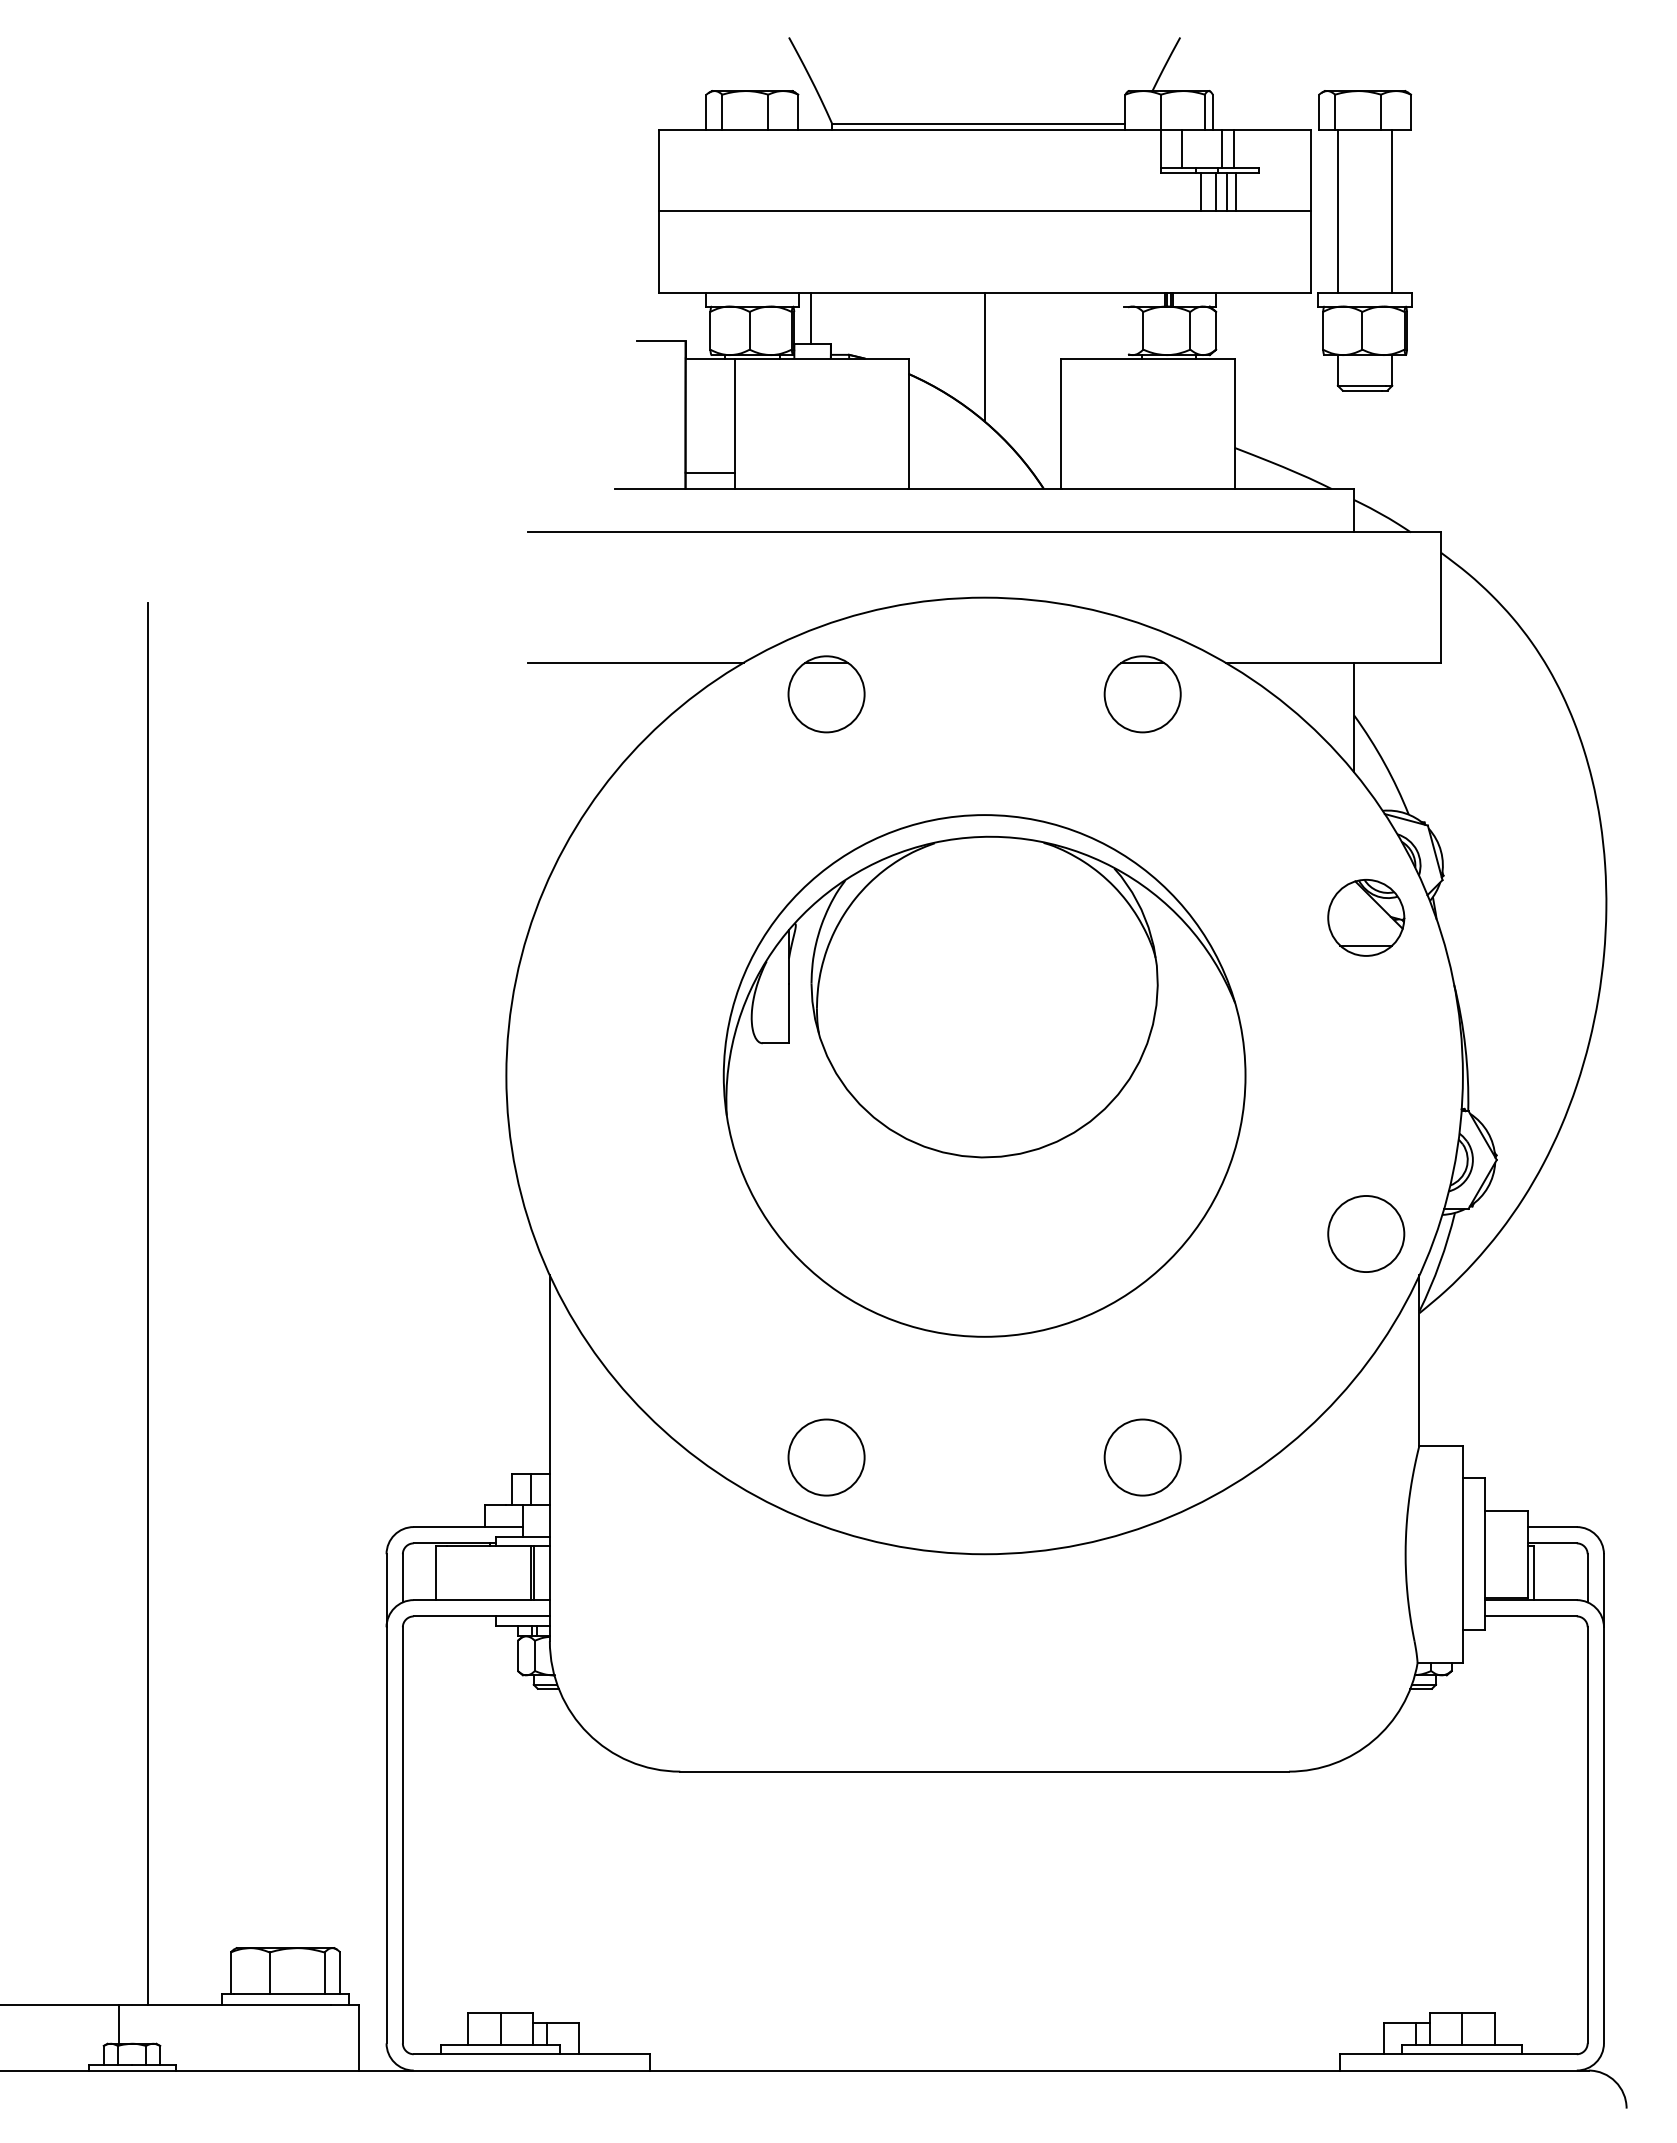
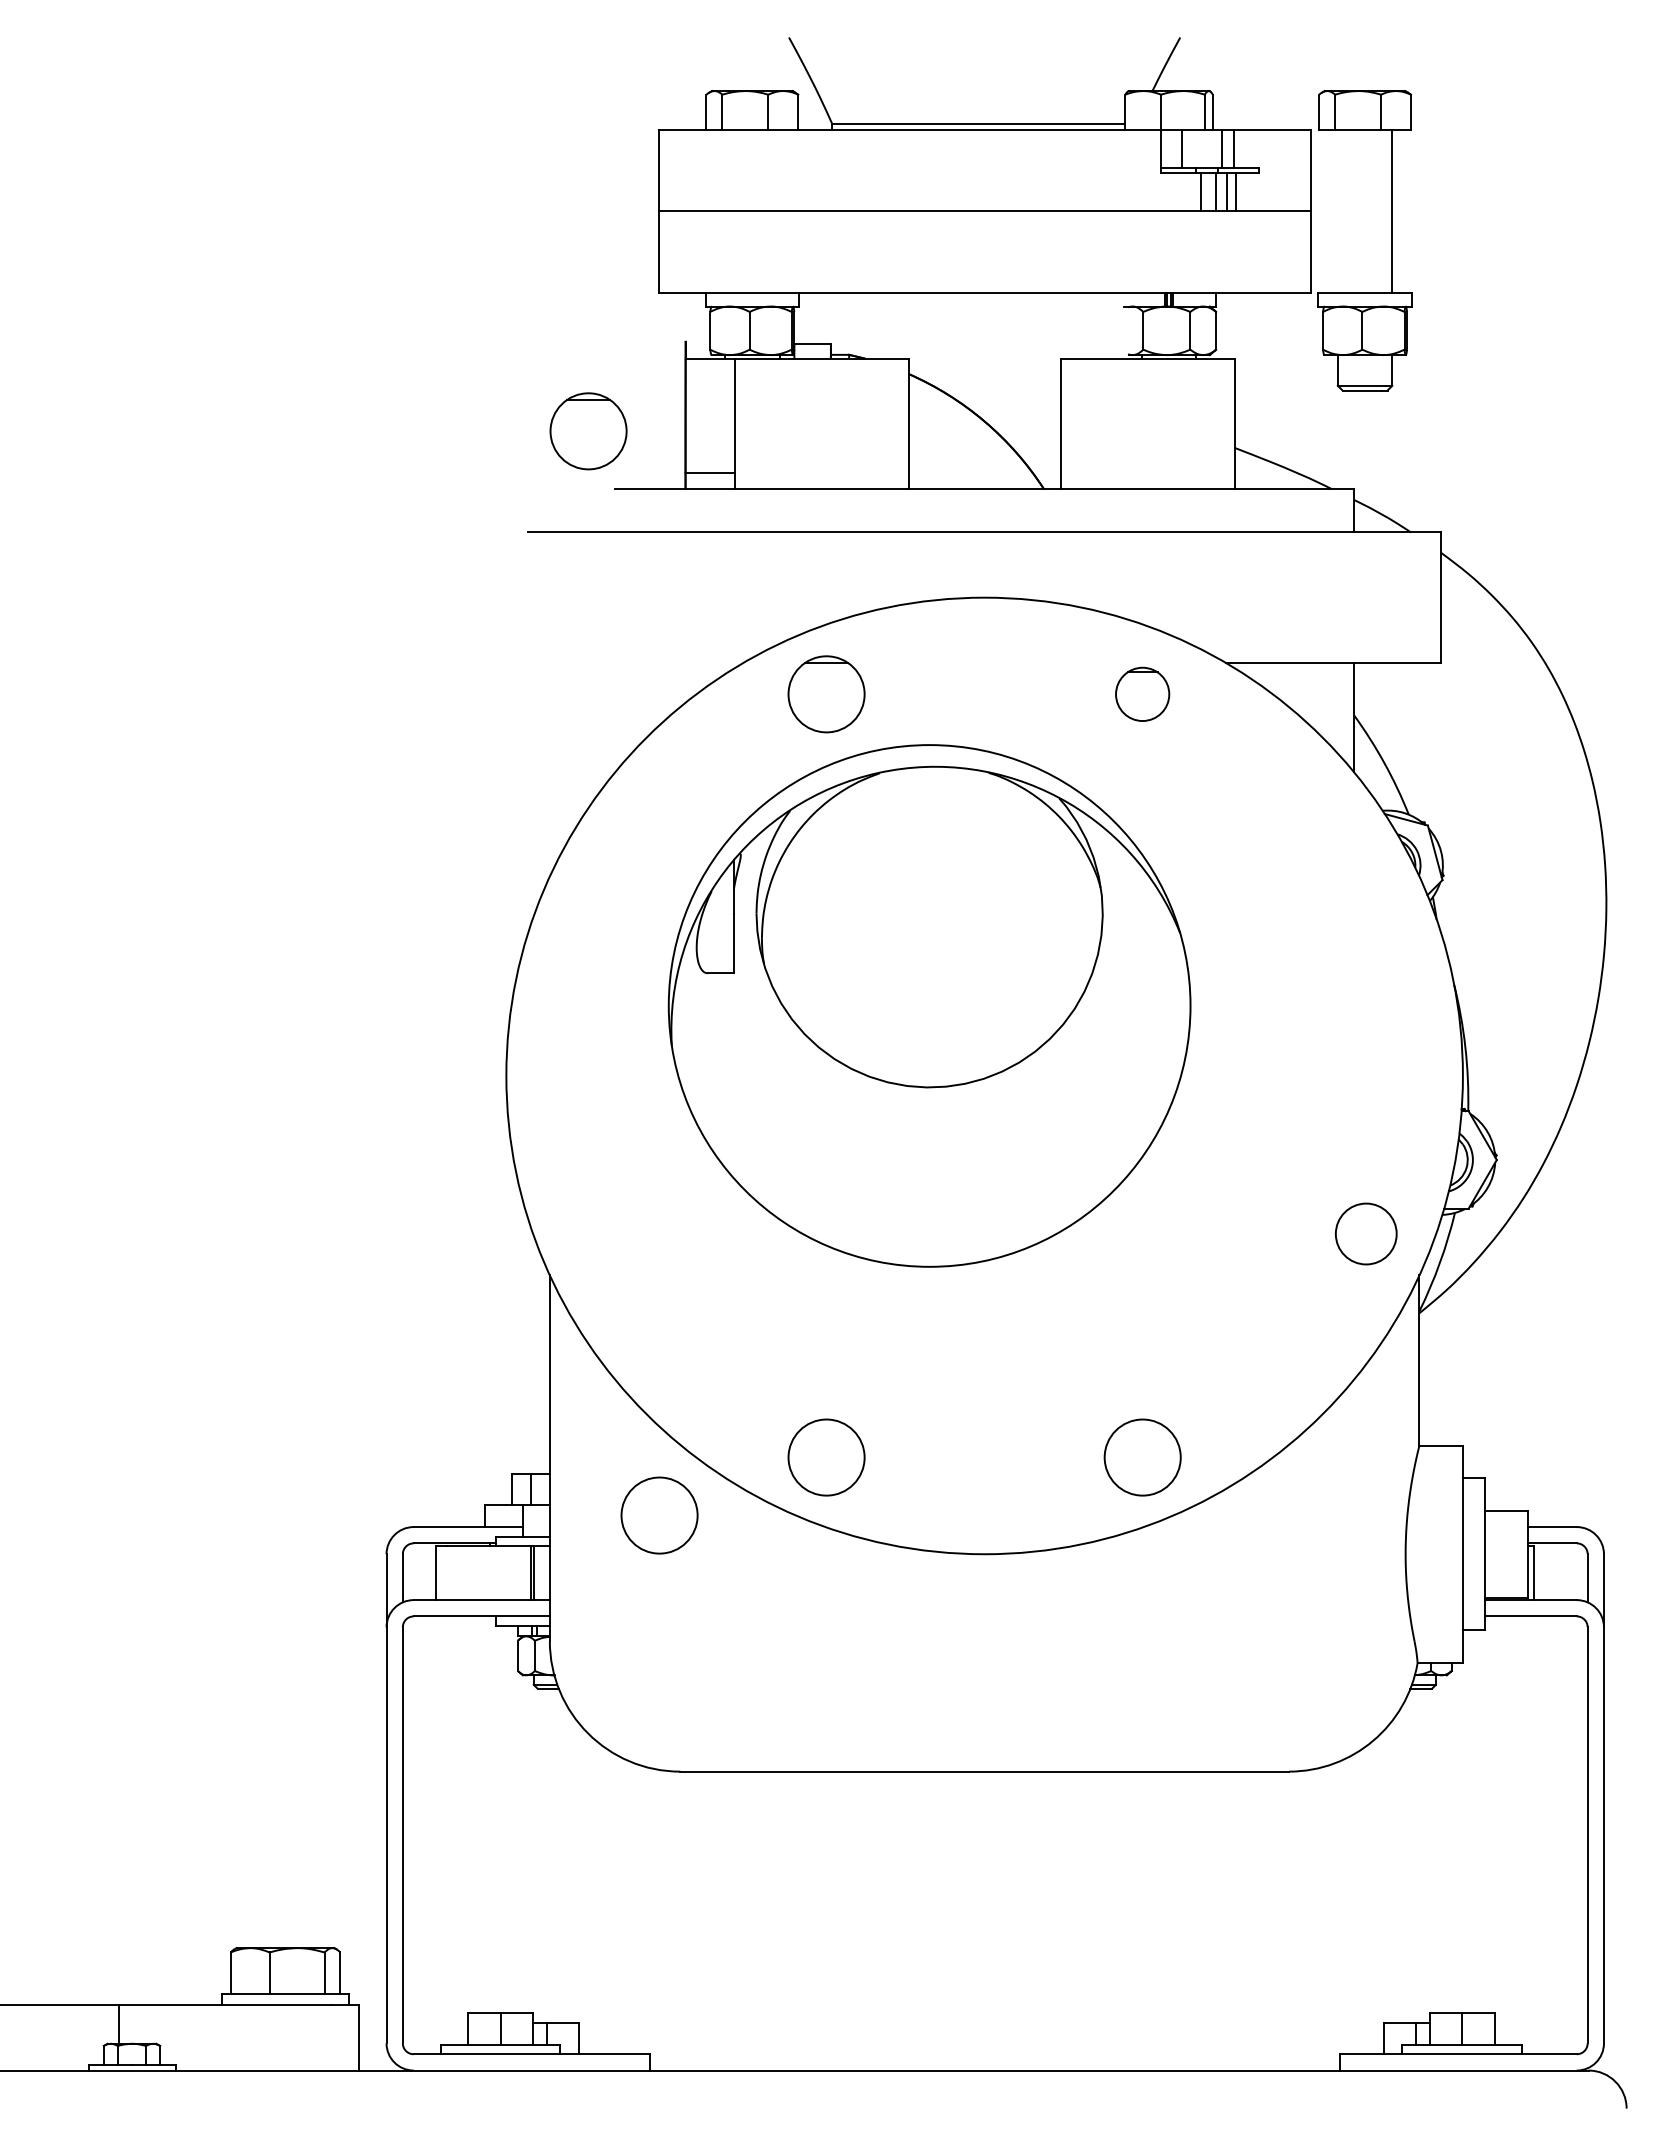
line at (1337, 210): present -> none
line at (810, 317): present -> none
line at (660, 340): present -> none
line at (984, 356): present -> none
part at (588, 431): none -> present
line at (635, 662): present -> none
part at (1142, 694) size: 79x79 px -> 56x56 px
part at (1366, 917): present -> none
part at (984, 1075) position: (984, 1075) -> (929, 1005)
circle at (1366, 1233) diameter: 76 px -> 61 px
line at (147, 1304): present -> none
circle at (659, 1515): none -> present
